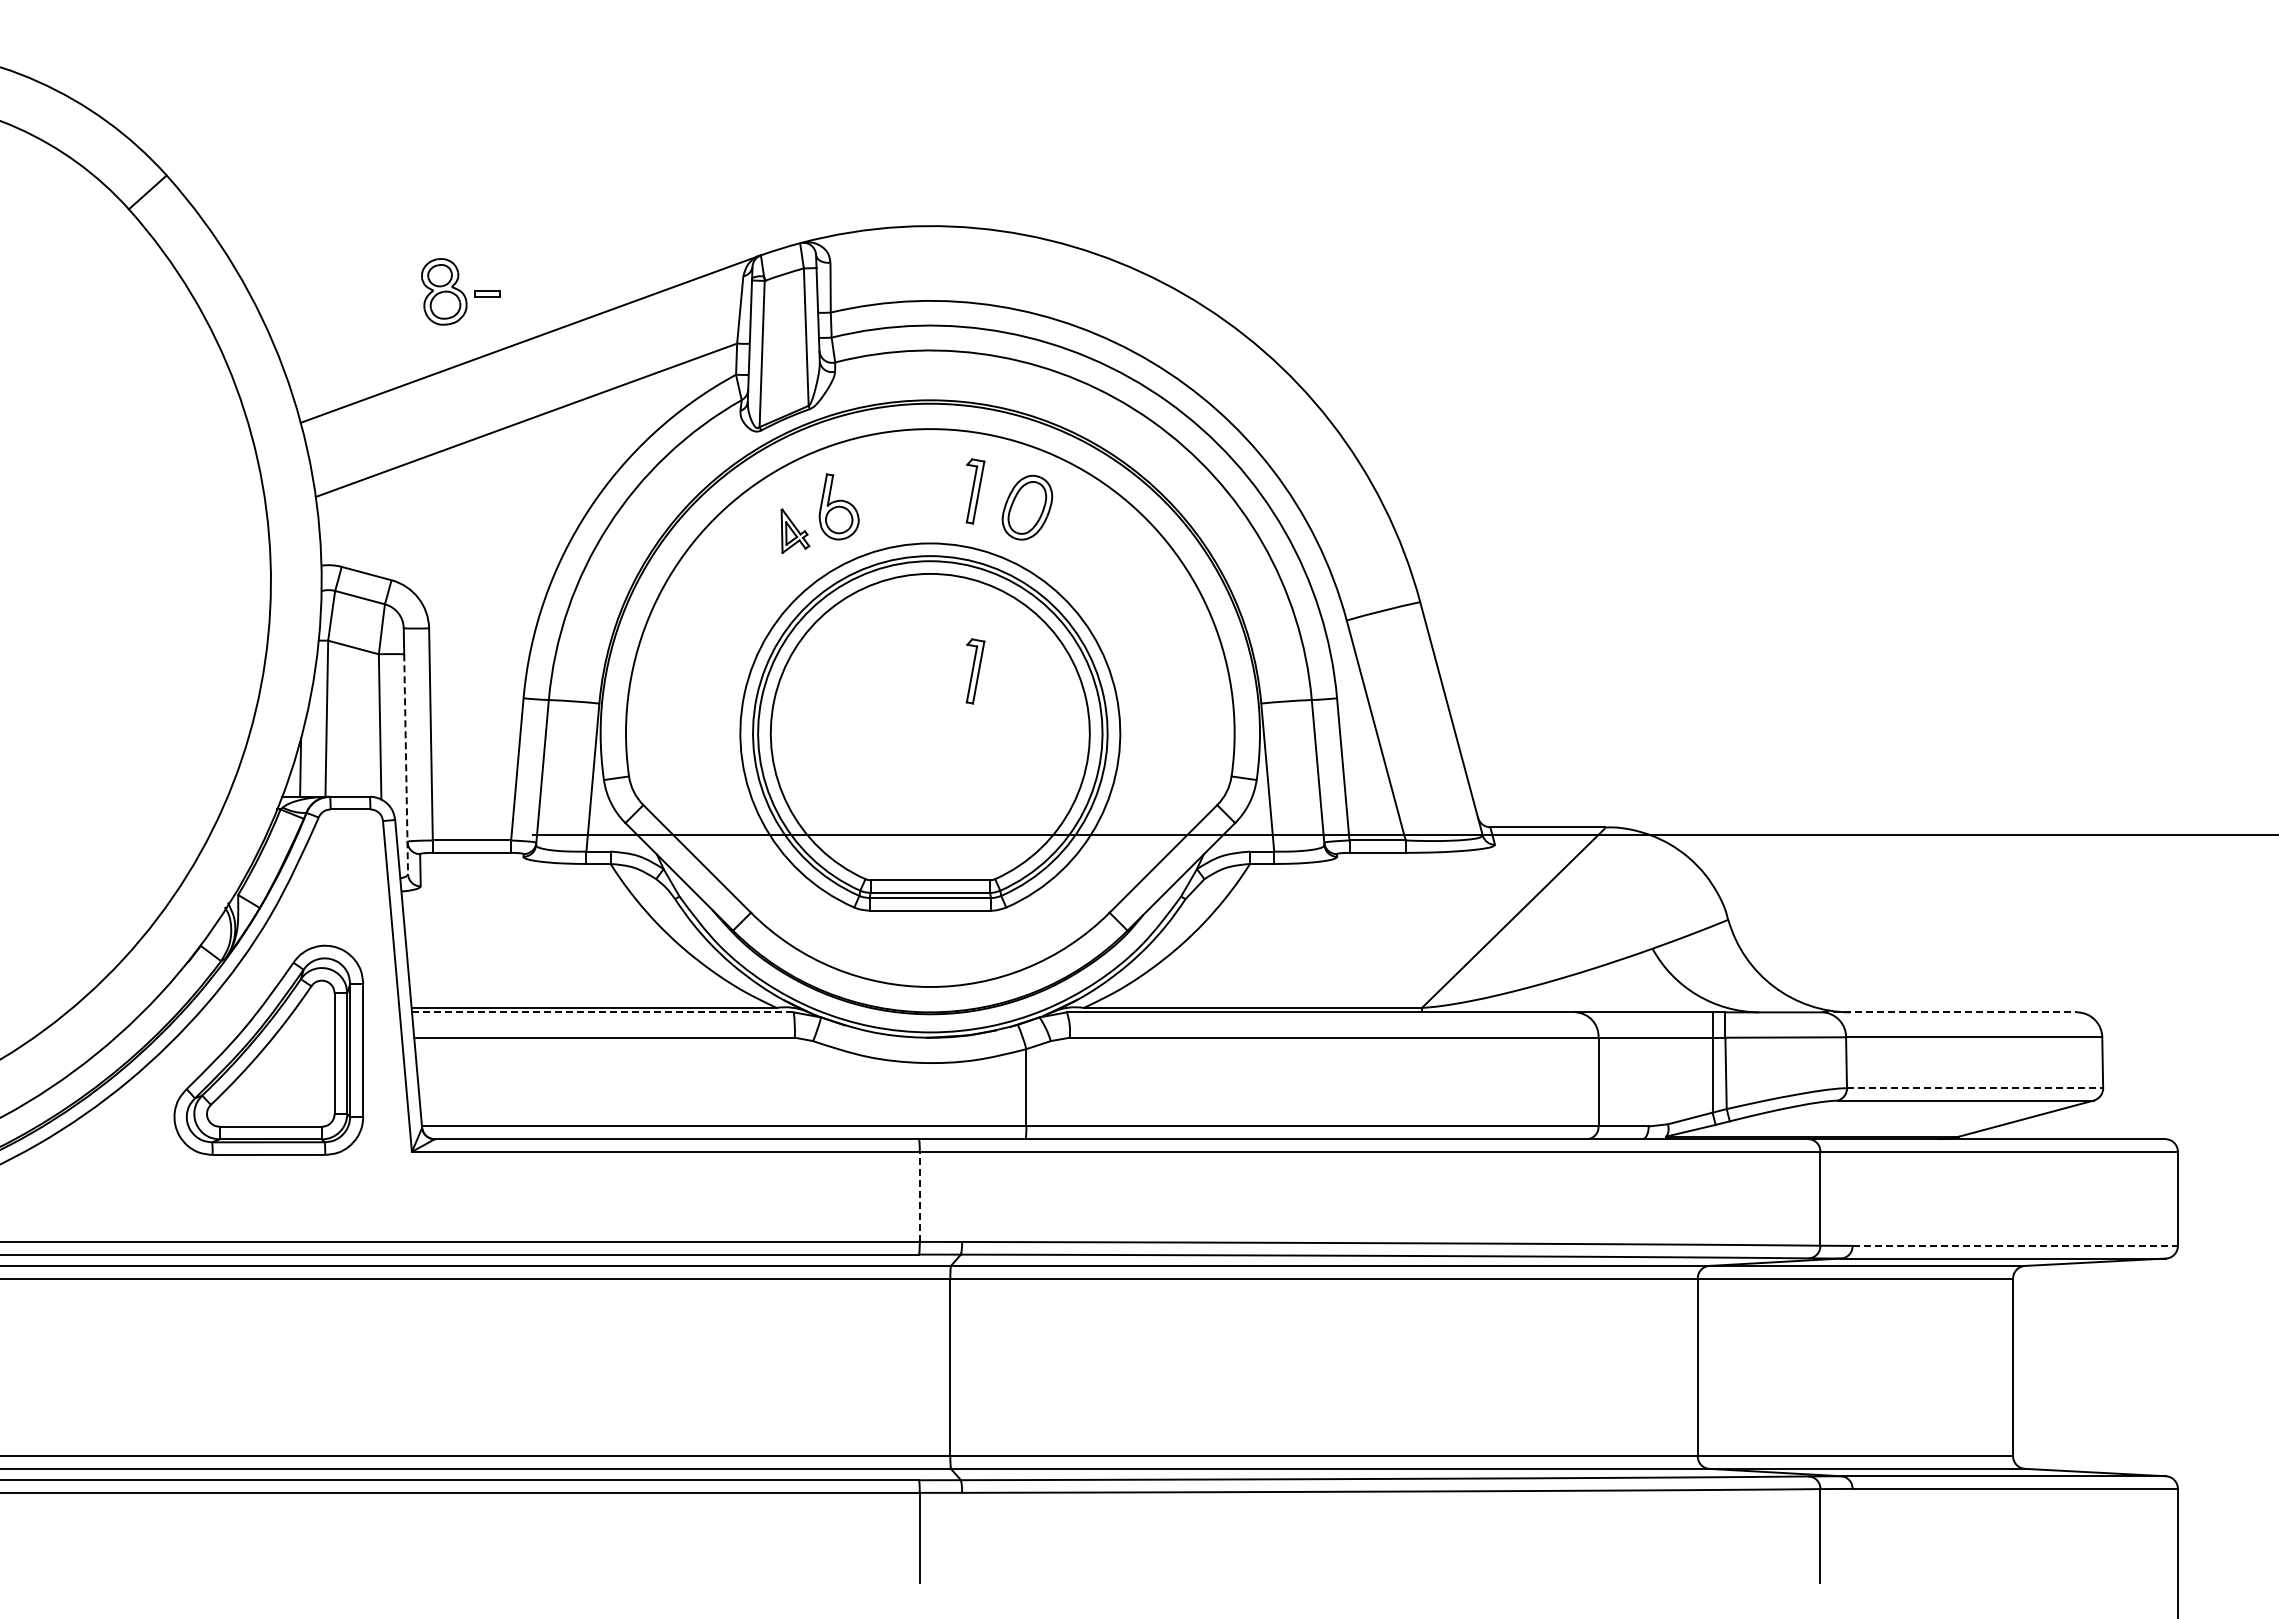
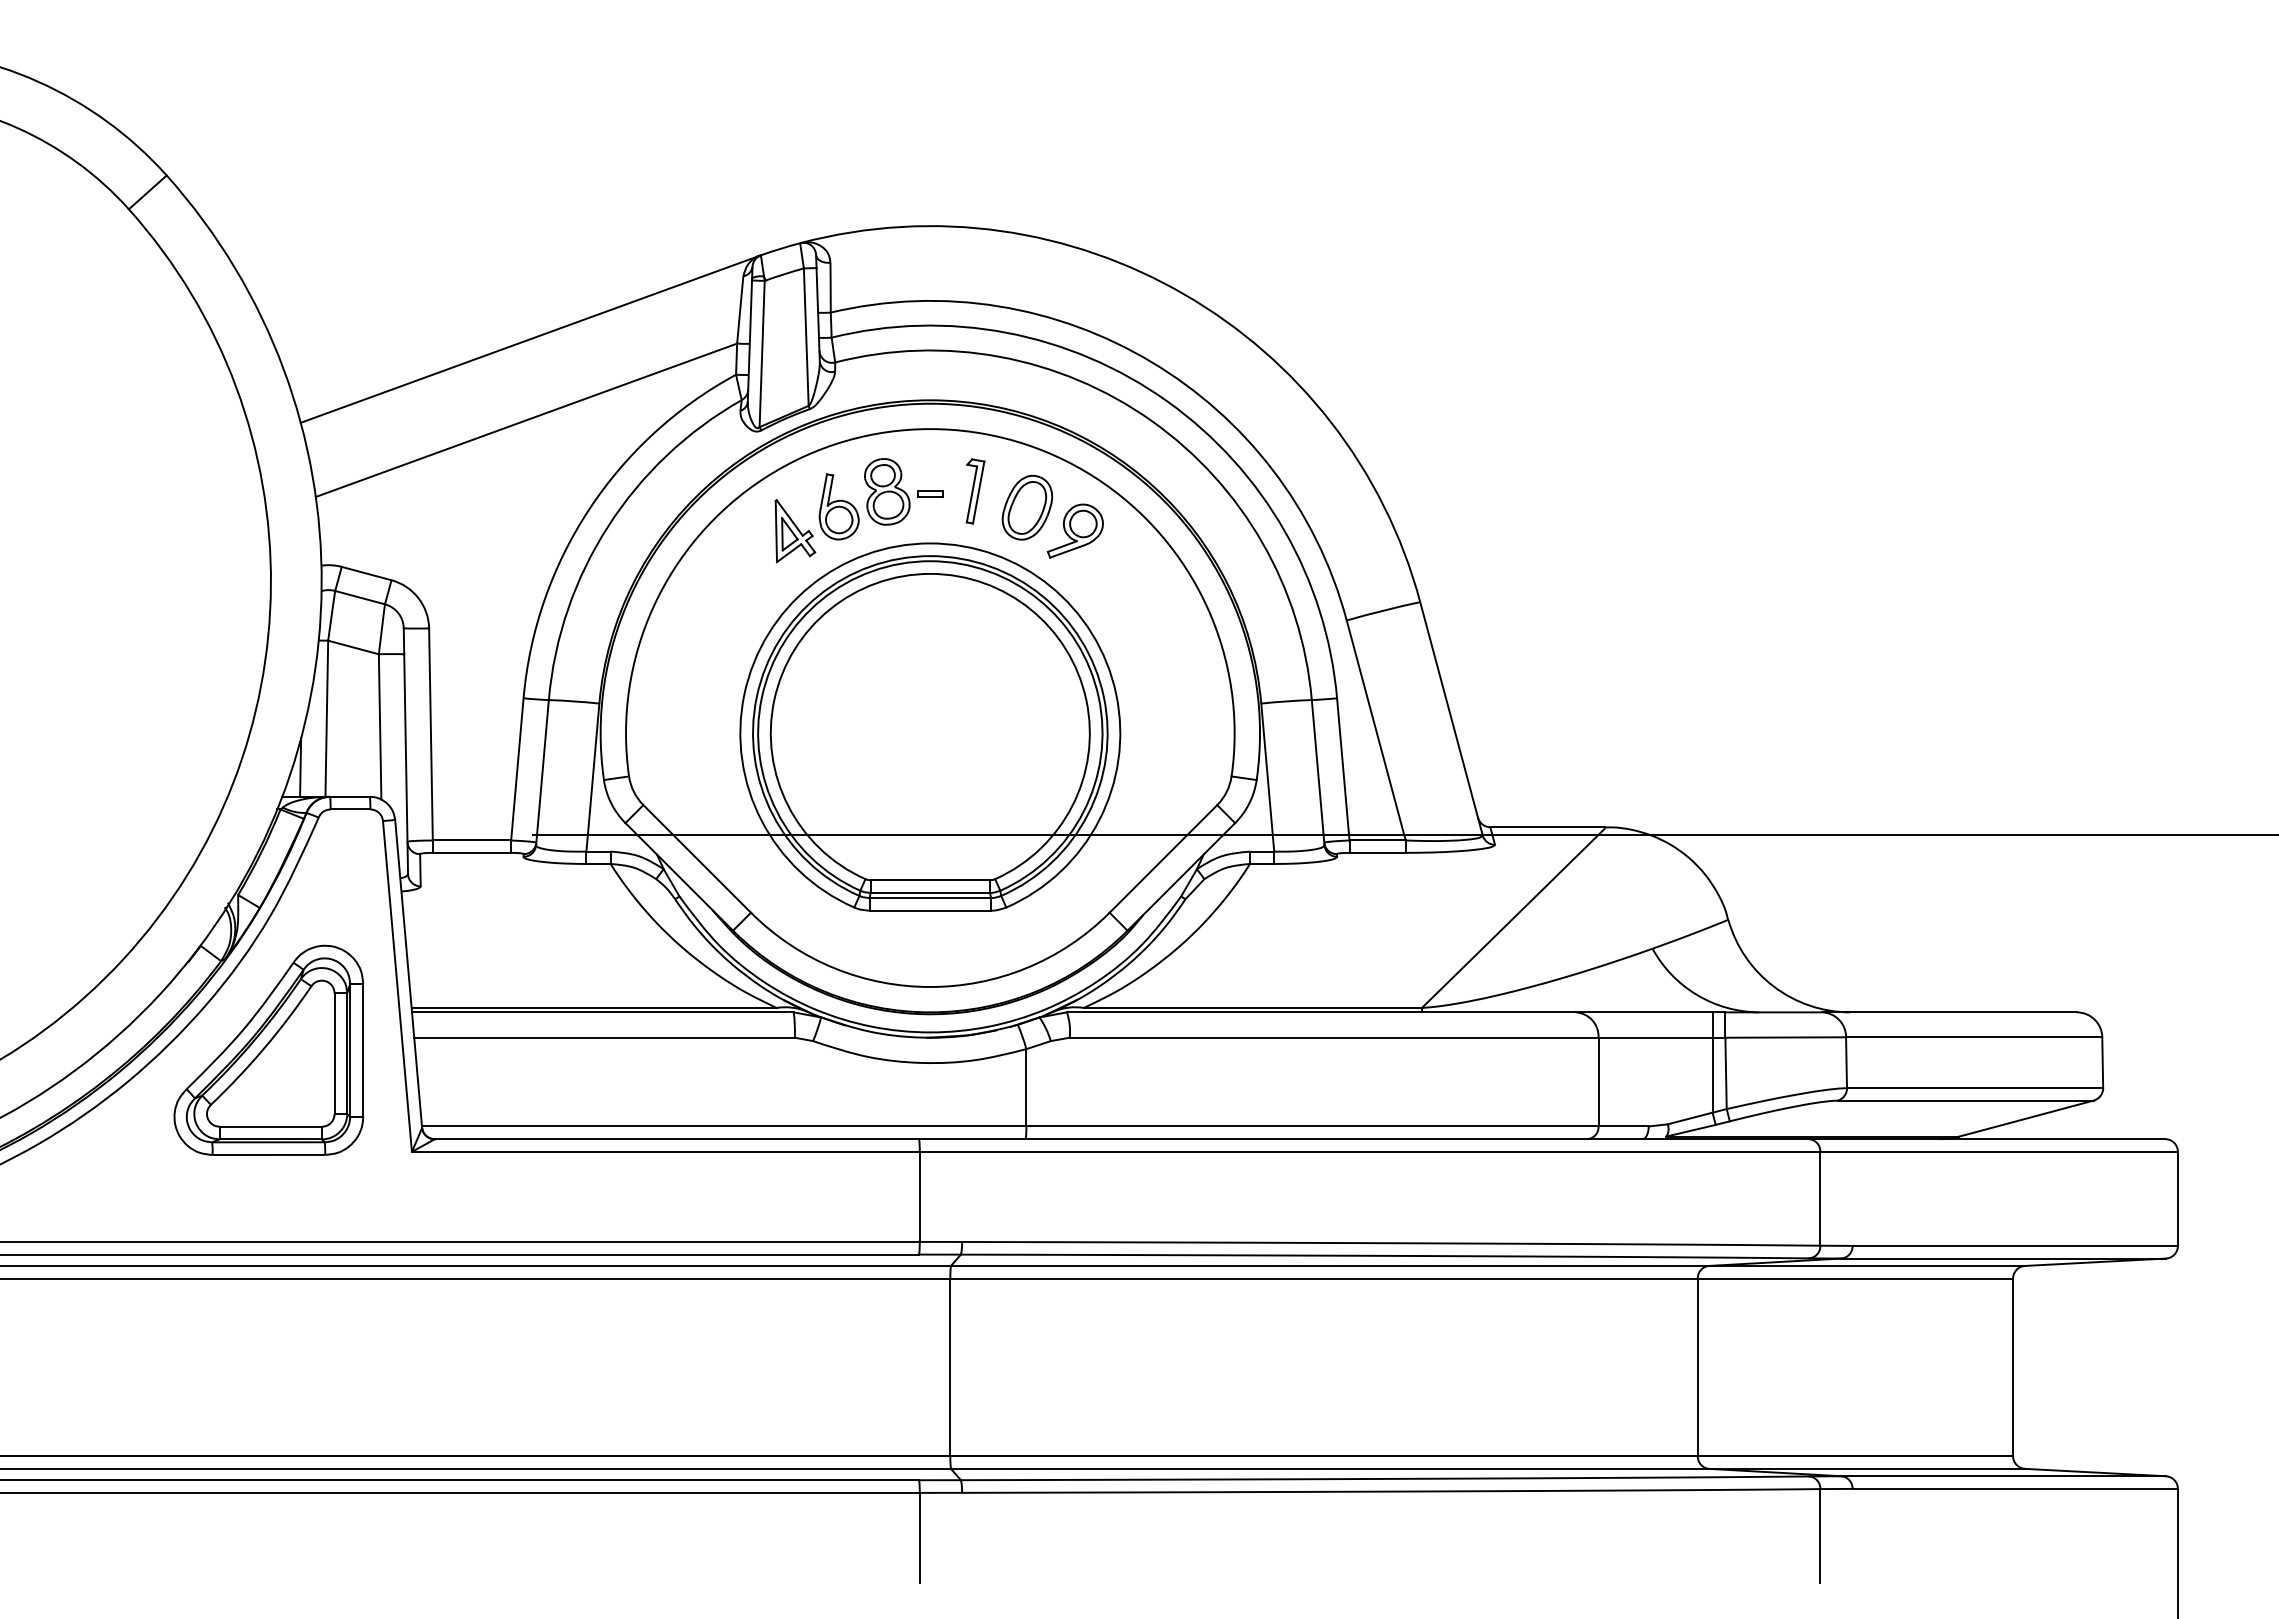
part at (460, 291) position: (460, 291) -> (903, 491)
part at (795, 530) size: 31x46 px -> 43x65 px
part at (1074, 530): none -> present
part at (975, 671): present -> none
line at (406, 764): dashed -> solid
line at (602, 1012): dashed -> solid
line at (1949, 1012): dashed -> solid
line at (1975, 1088): dashed -> solid
line at (919, 1196): dashed -> solid
line at (2015, 1245): dashed -> solid
